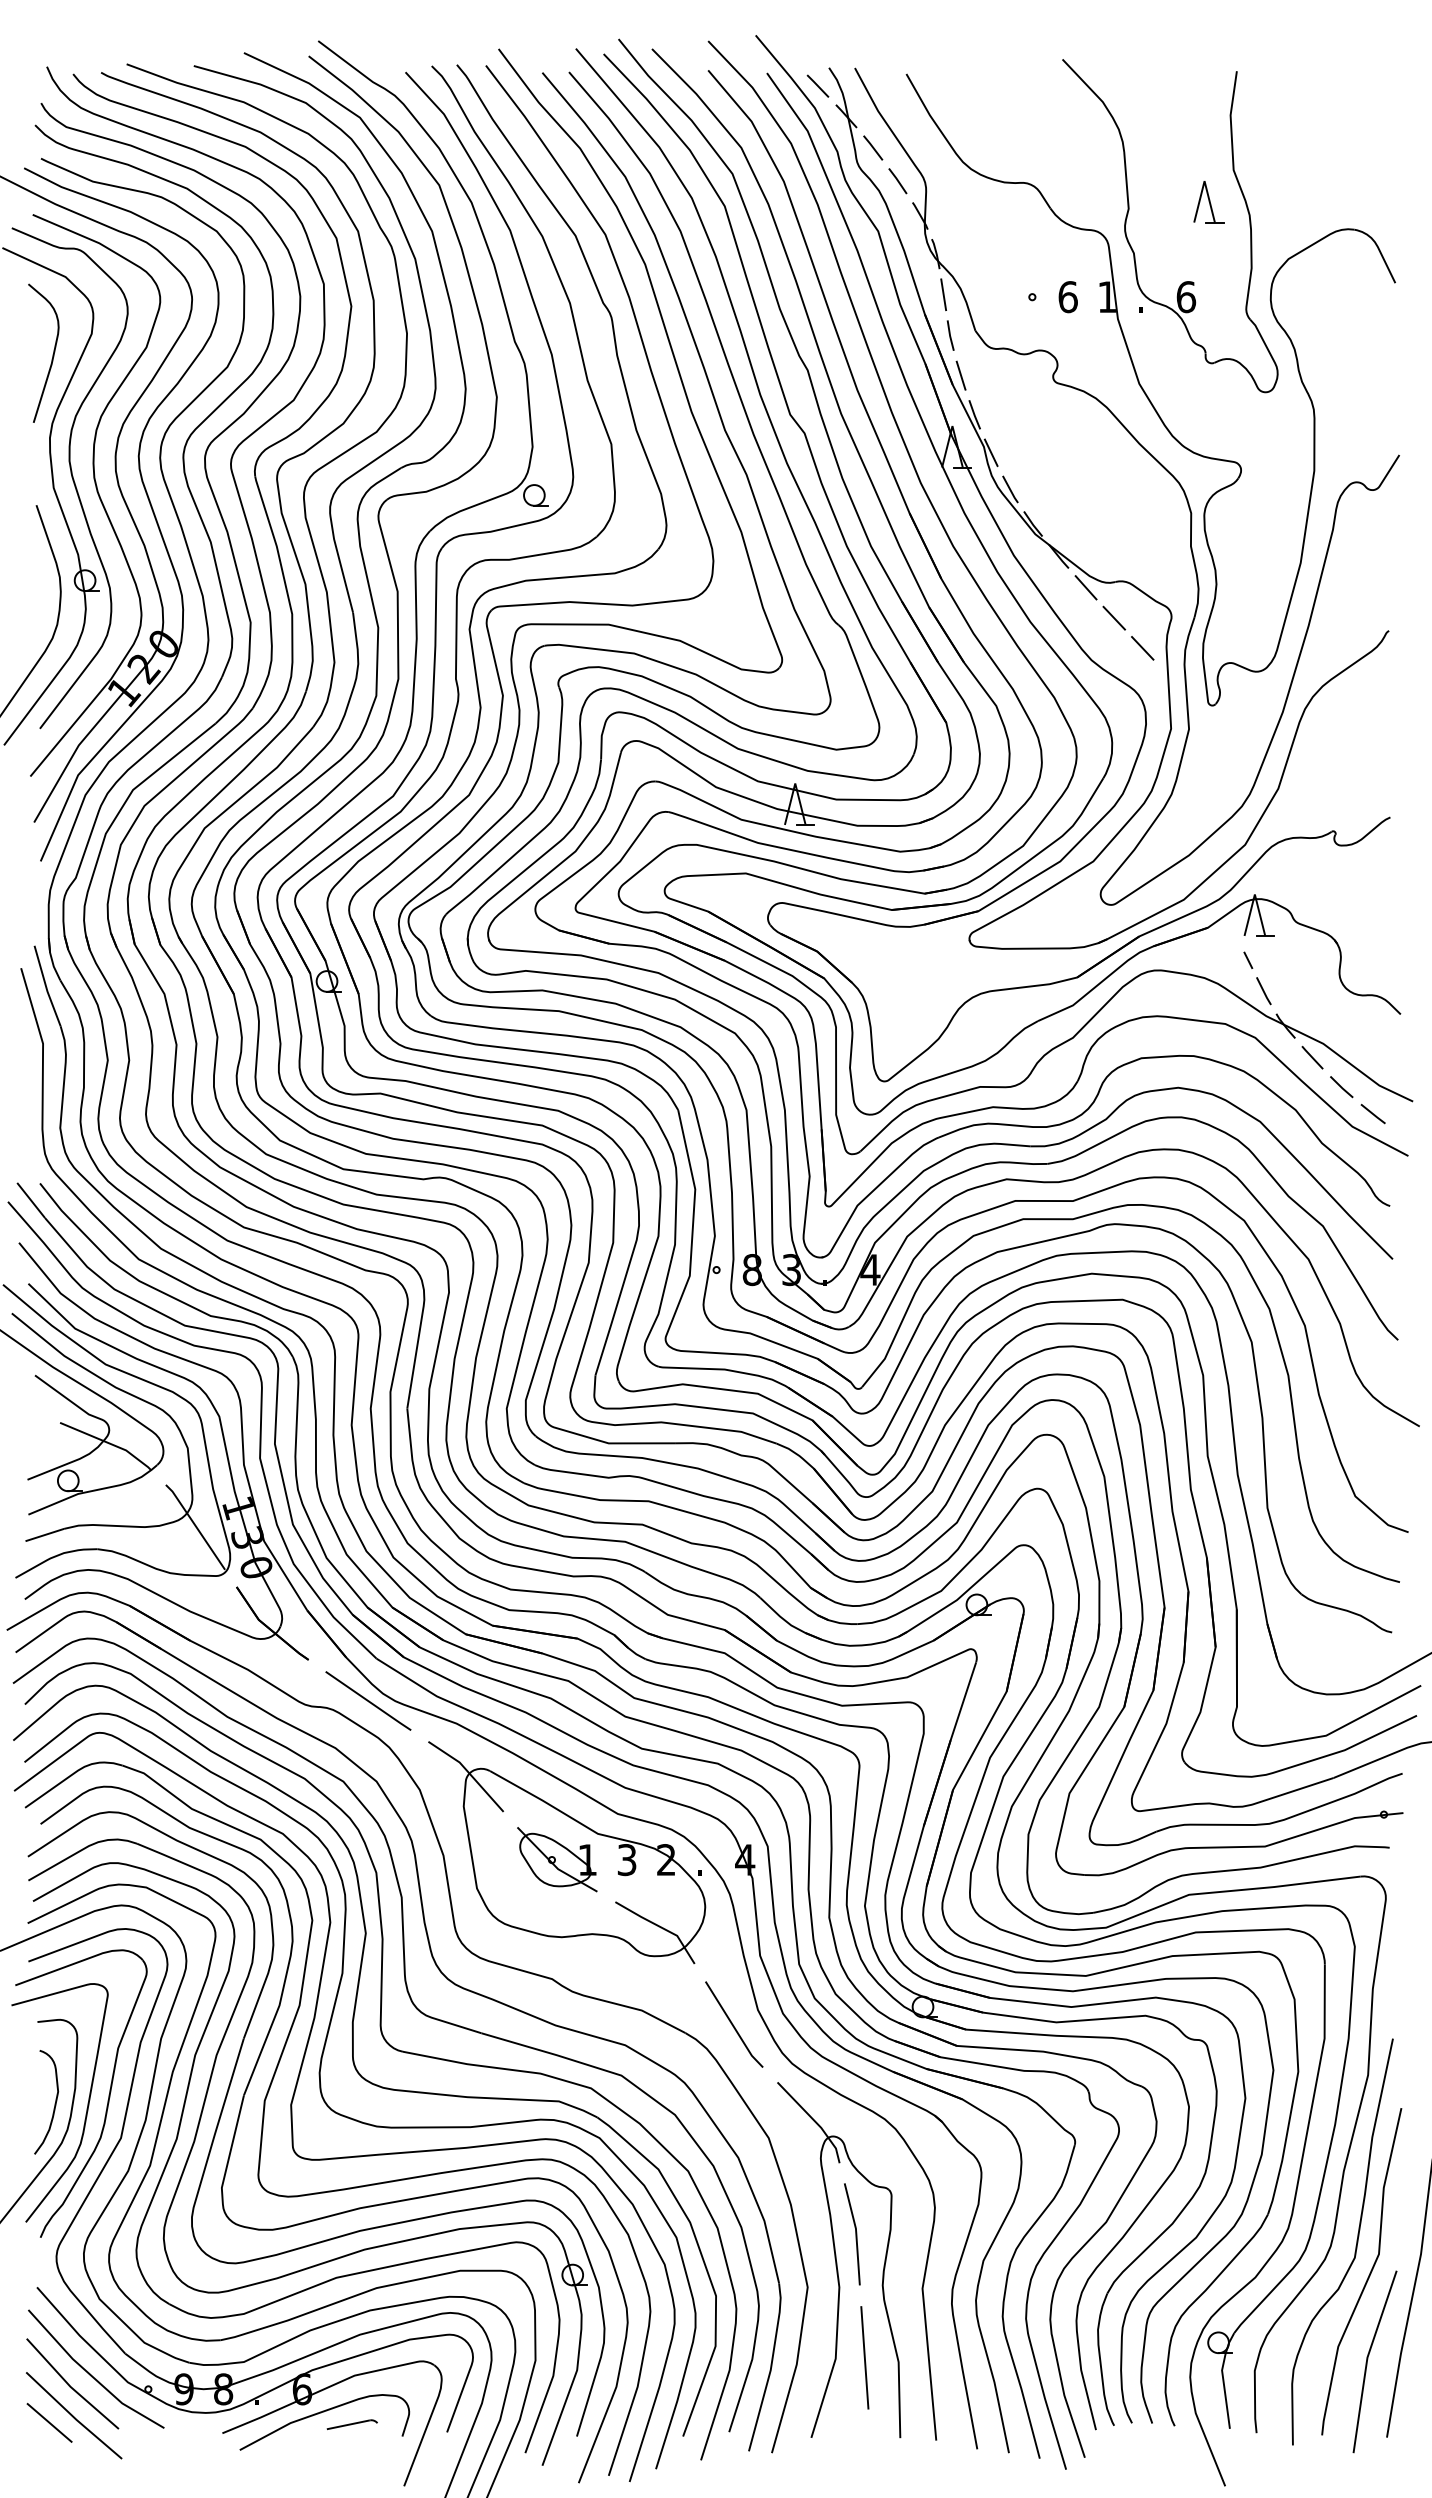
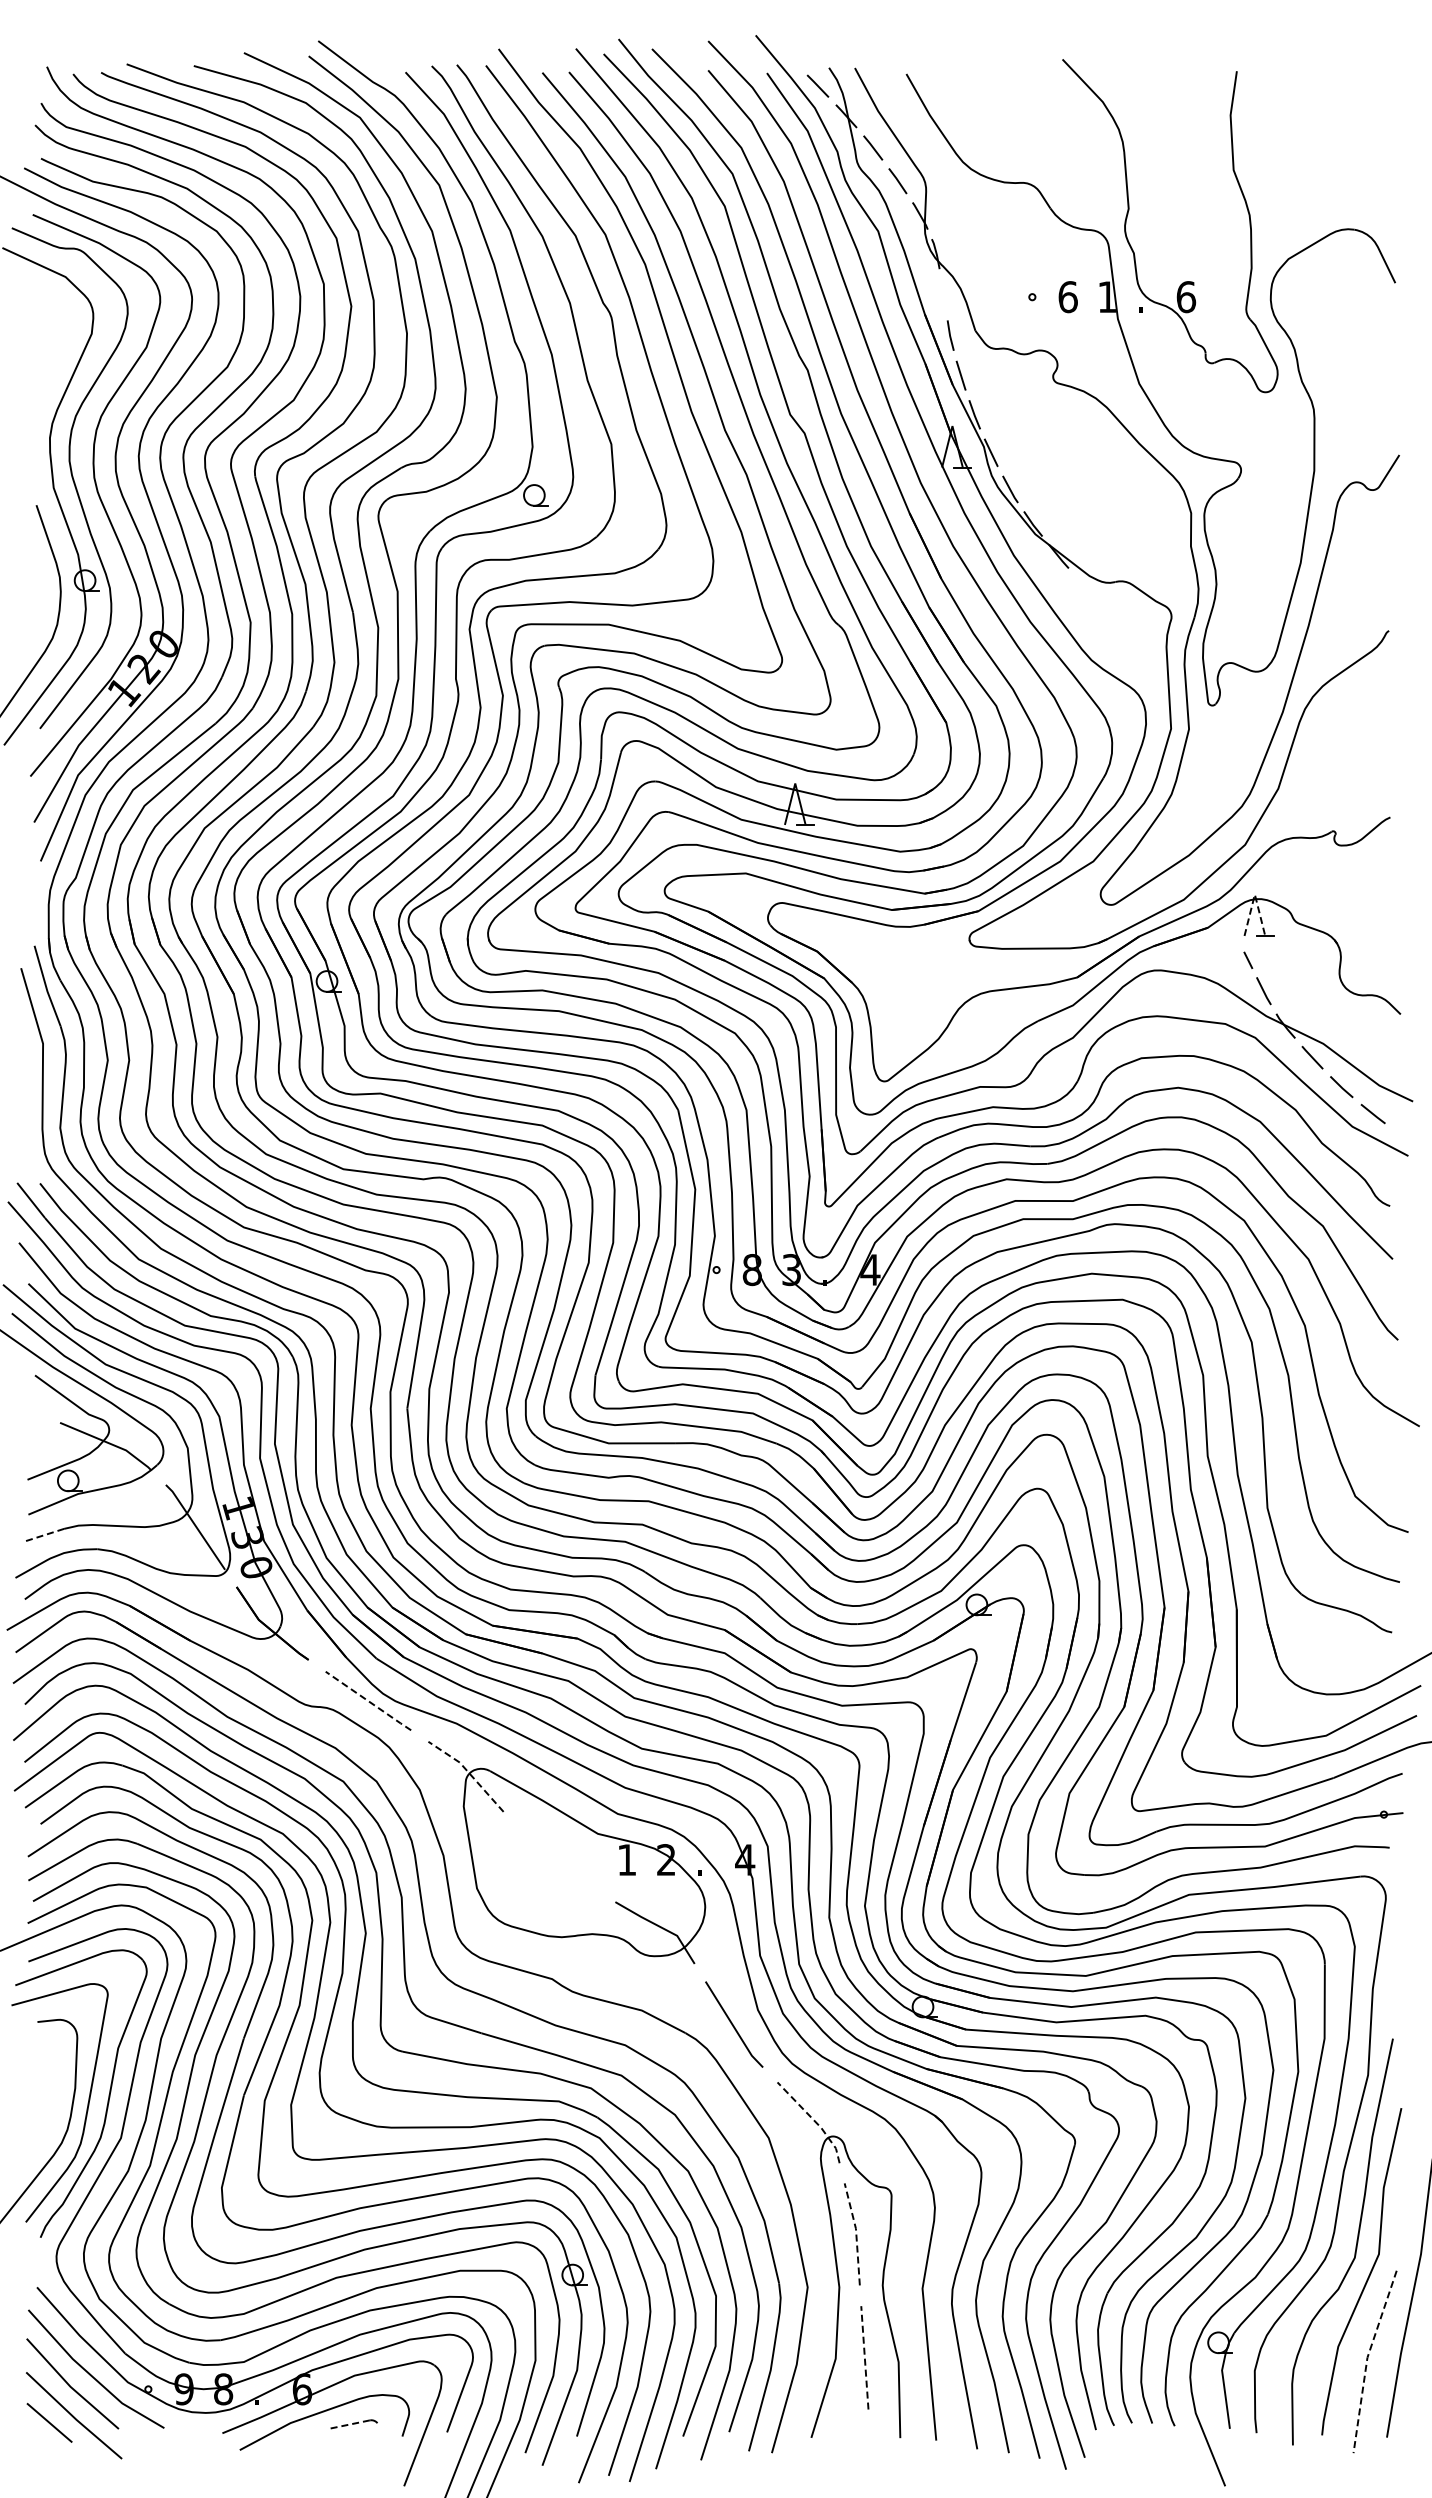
part at (1208, 202): present -> none
line at (943, 294): present -> none
curve at (52, 354): present -> none
line at (1085, 587): present -> none
line at (1113, 617): present -> none
line at (1142, 648): present -> none
line at (1254, 894): solid -> dashed
line at (44, 1535): solid -> dashed
line at (368, 1701): solid -> dashed
line at (468, 1772): solid -> dashed
part at (557, 1859): present -> none
text at (626, 1860): 3 -> 1
curve at (54, 2103): present -> none
line at (814, 2120): solid -> dashed
line at (856, 2232): solid -> dashed
line at (864, 2357): solid -> dashed
line at (1367, 2359): solid -> dashed
line at (348, 2424): solid -> dashed
